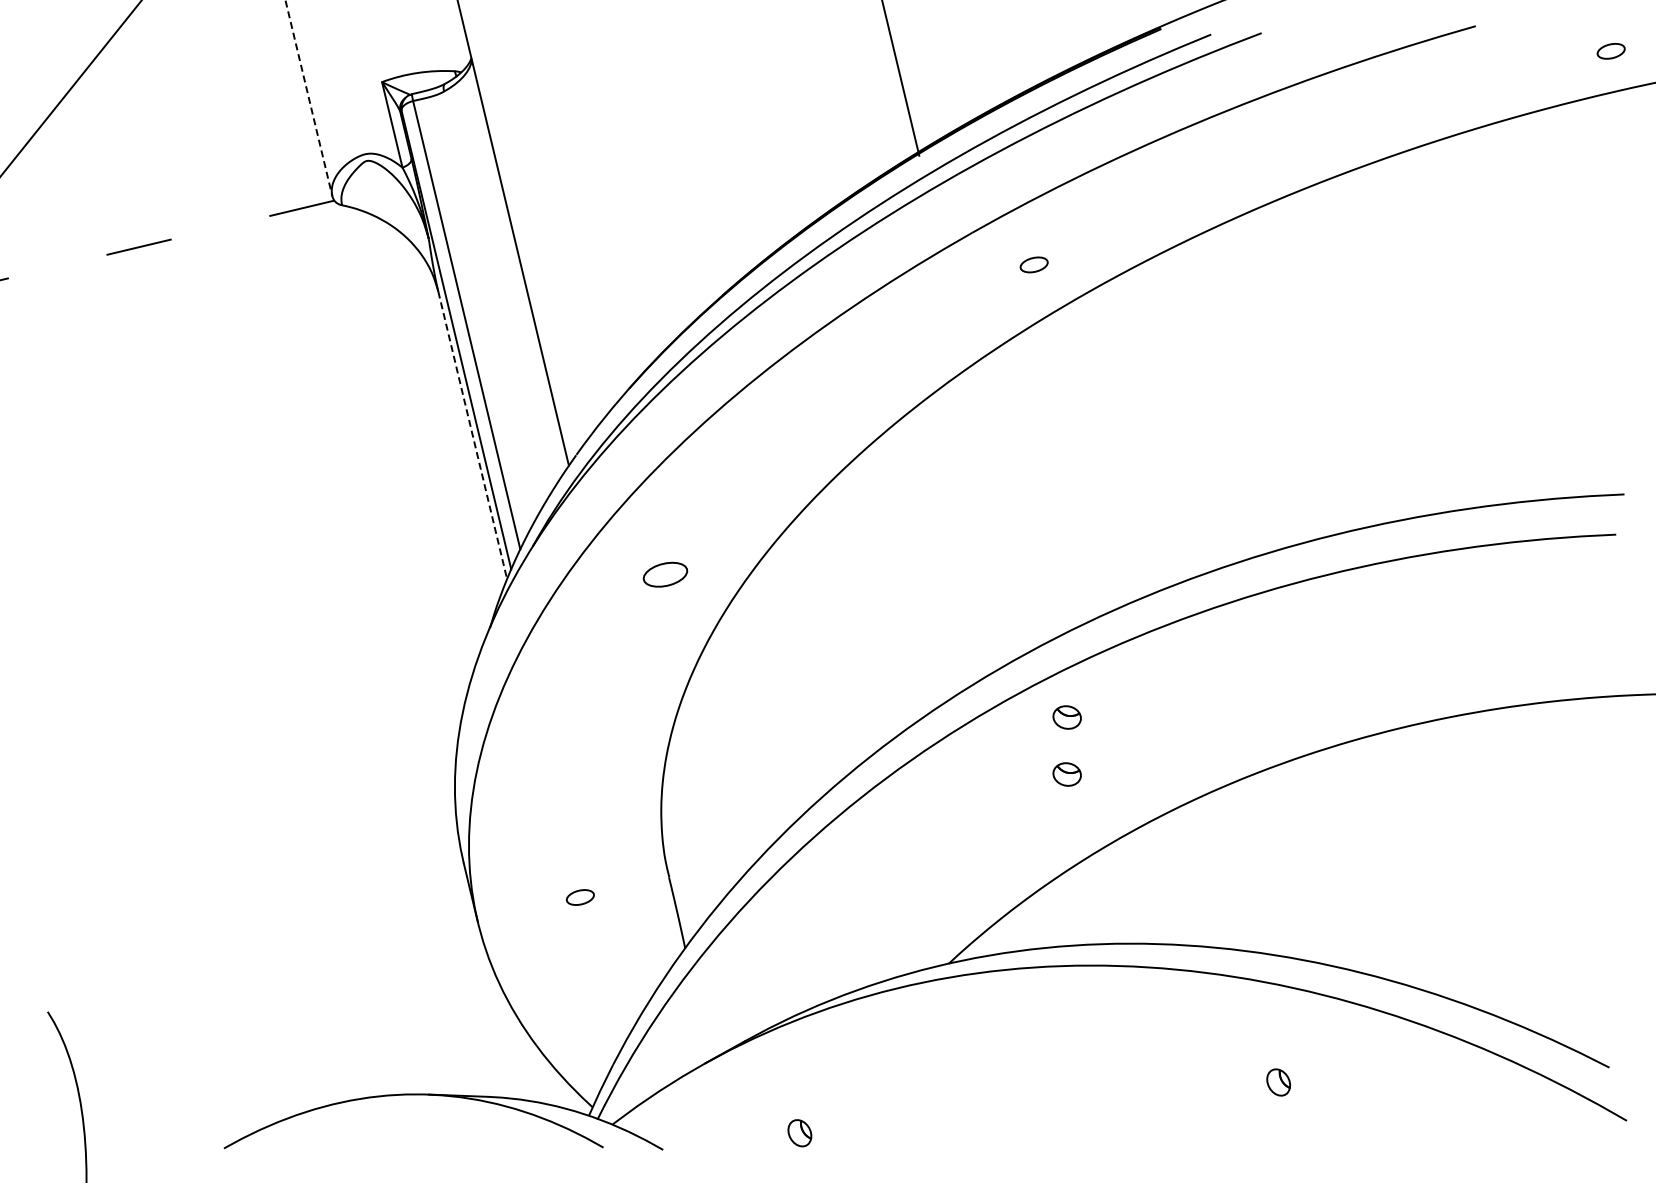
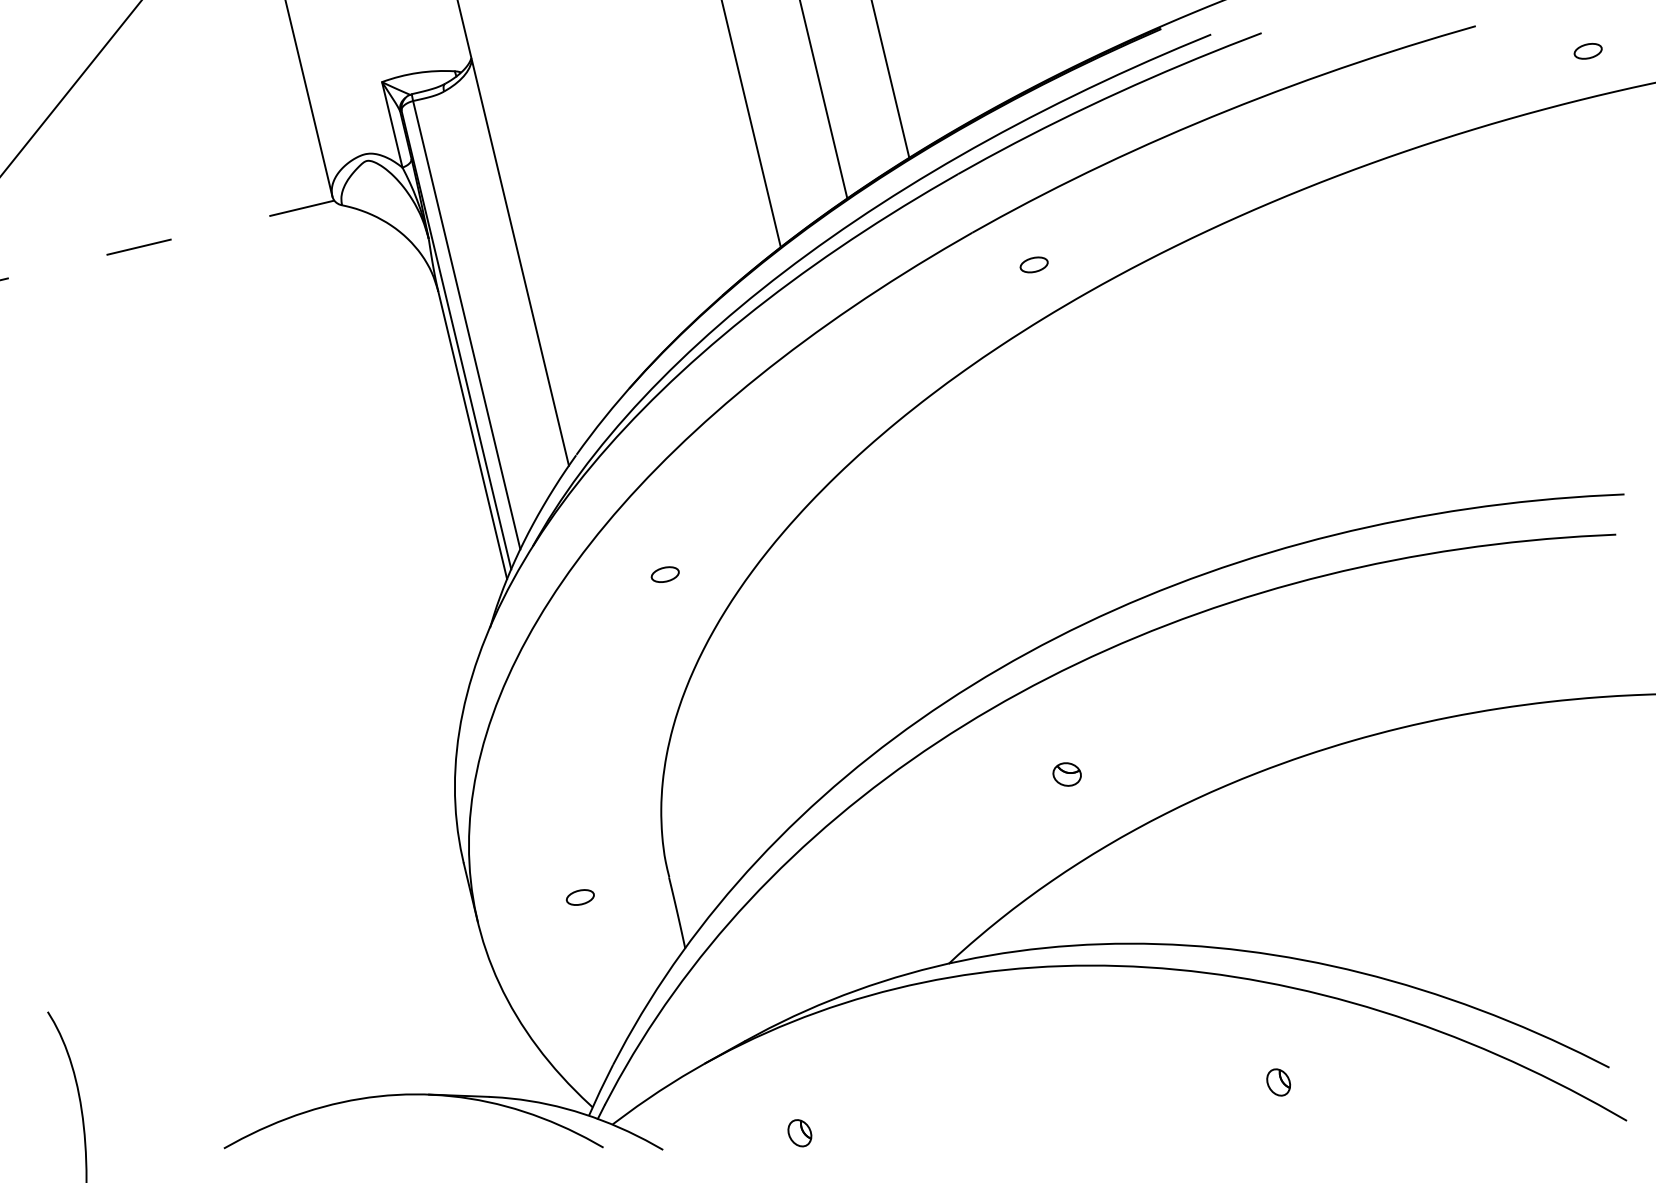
part at (1610, 51) position: (1610, 51) -> (1587, 51)
line at (900, 78) position: (900, 78) -> (890, 79)
line at (308, 98): dashed -> solid
line at (823, 100): none -> present
line at (751, 124): none -> present
line at (472, 435): dashed -> solid
part at (665, 574) size: 47x27 px -> 30x17 px
part at (1066, 717): present -> none
